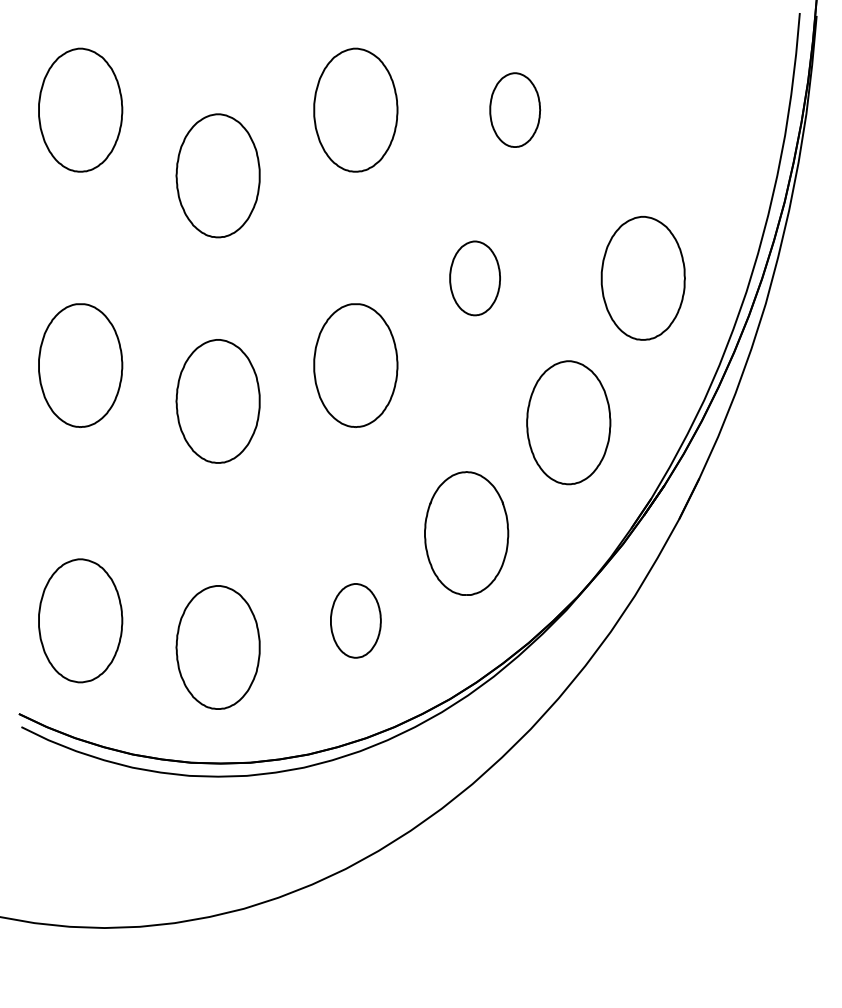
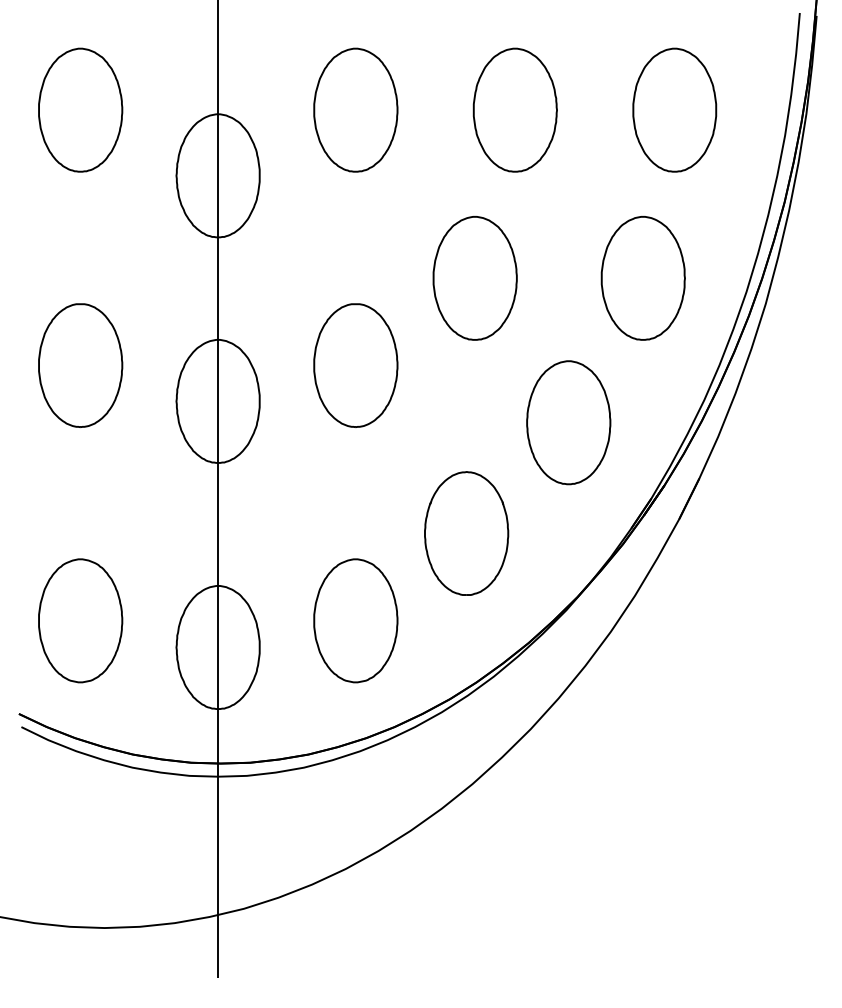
part at (515, 109) size: 53x76 px -> 86x126 px
part at (674, 109): none -> present
part at (474, 278) size: 52x77 px -> 86x125 px
line at (218, 489): none -> present
part at (355, 620) size: 52x76 px -> 86x126 px
